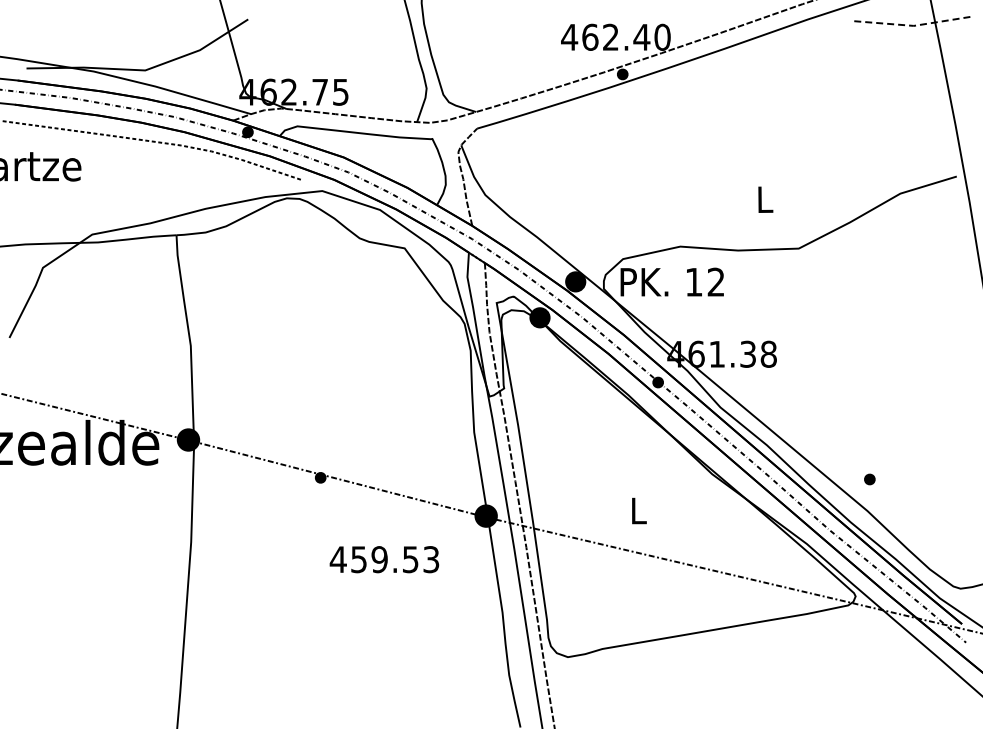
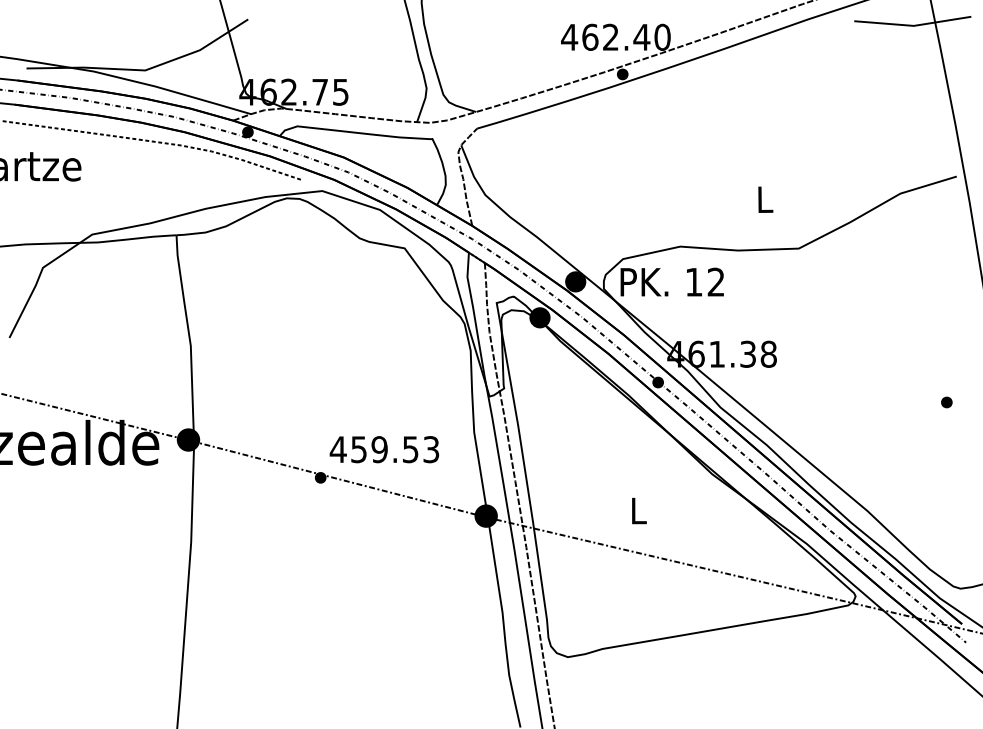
line at (913, 25): dashed -> solid
part at (869, 479) position: (869, 479) -> (946, 402)
text at (384, 559) position: (384, 559) -> (384, 449)
